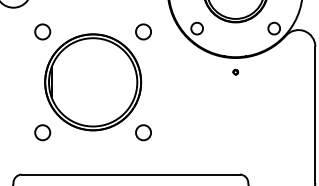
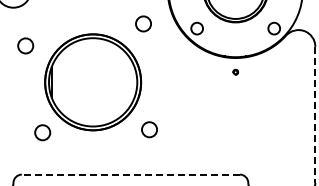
circle at (42, 31) position: (42, 31) -> (25, 45)
circle at (143, 31) position: (143, 31) -> (143, 23)
line at (315, 115): solid -> dashed
circle at (143, 132) position: (143, 132) -> (149, 129)
line at (130, 174): solid -> dashed
